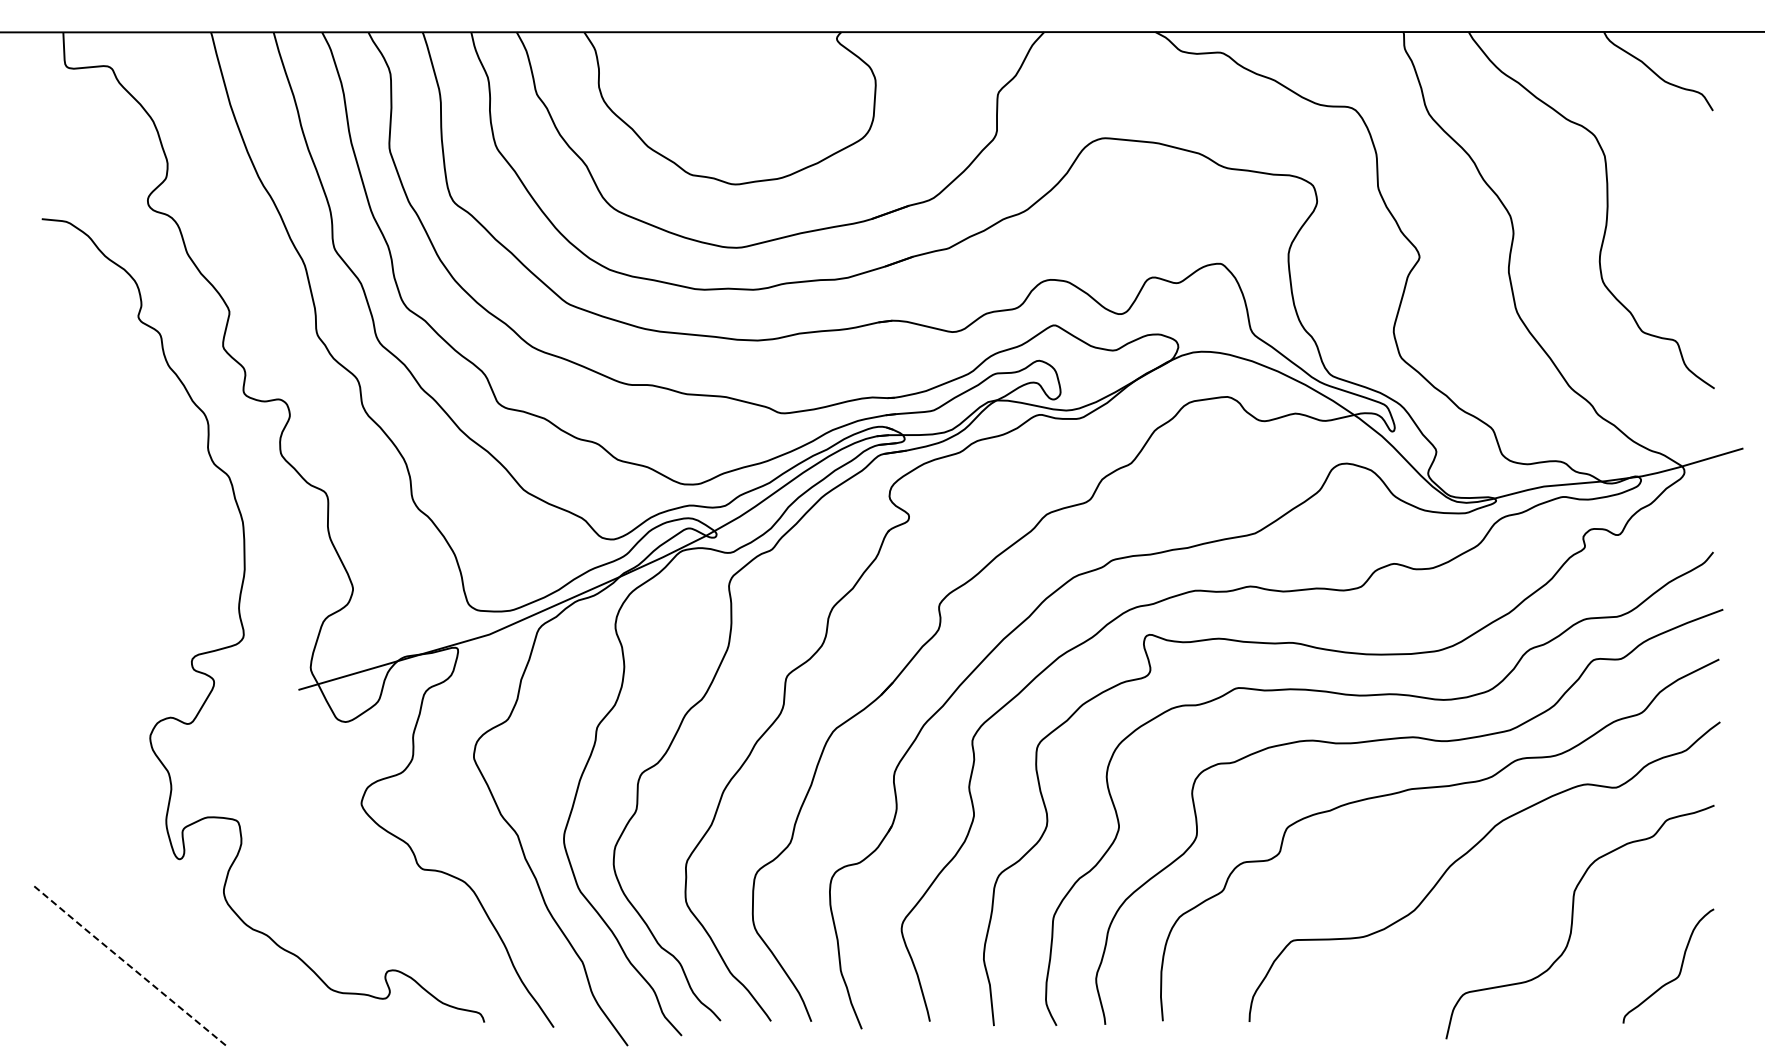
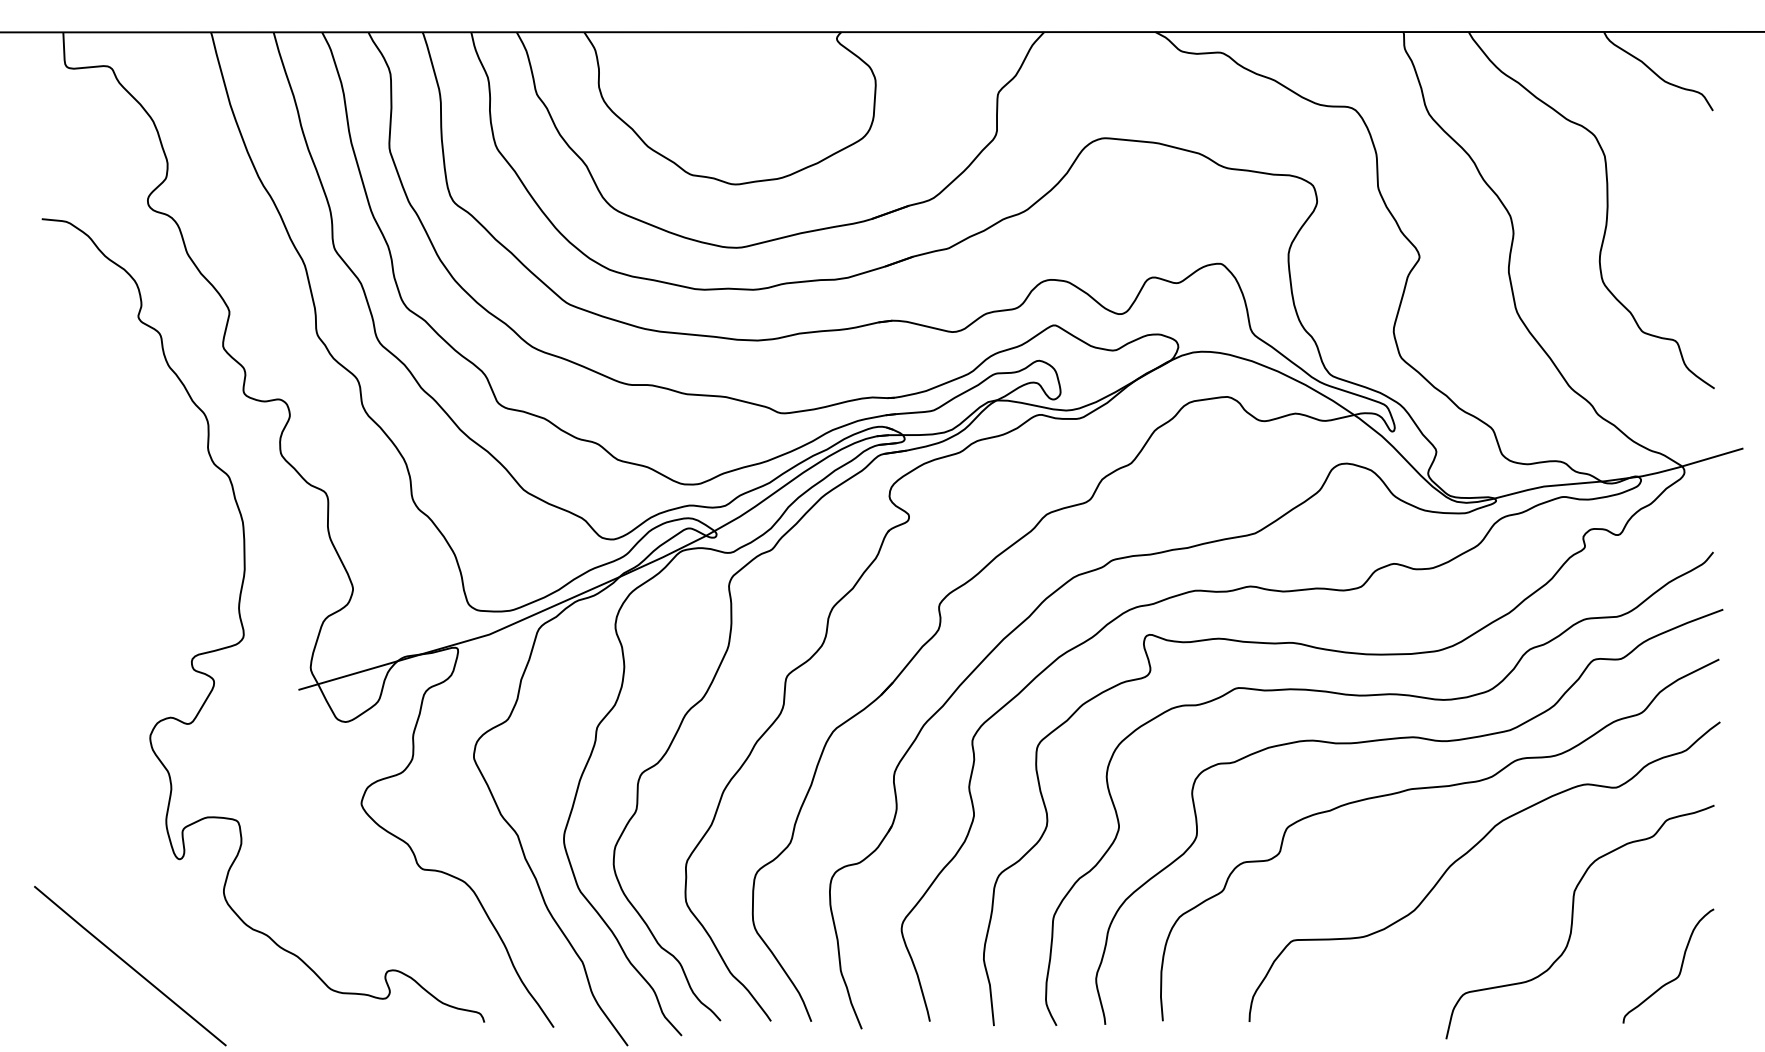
line at (130, 966): dashed -> solid
